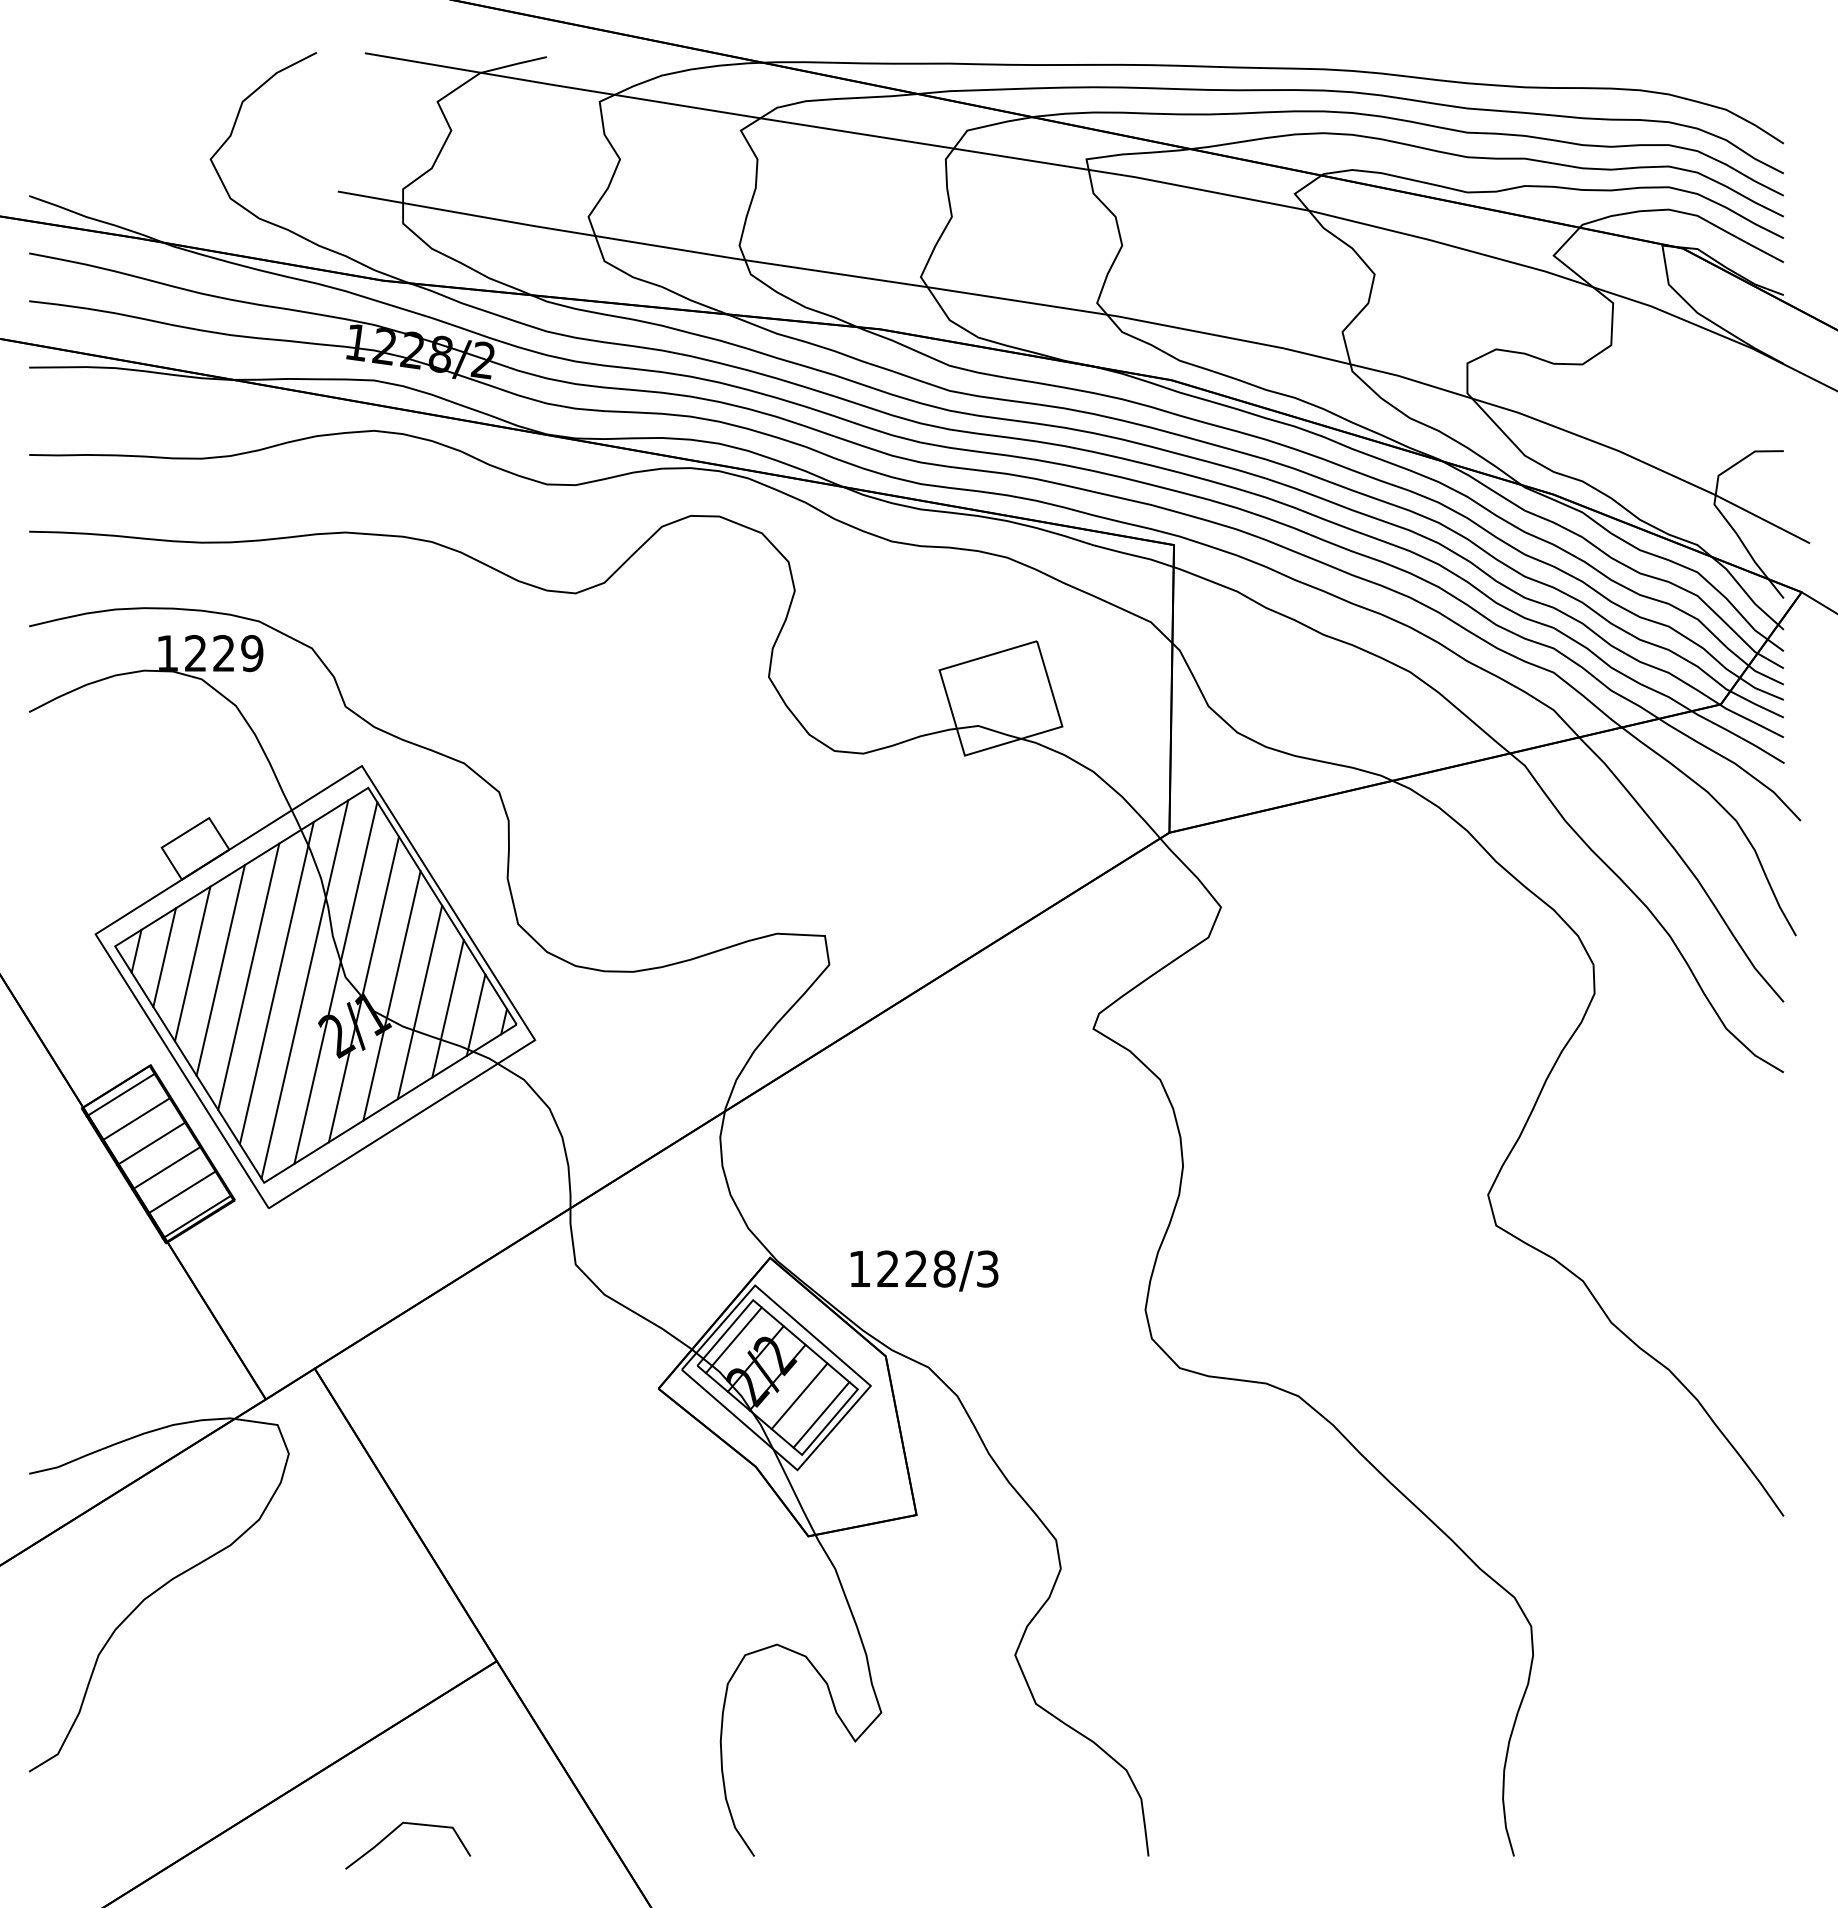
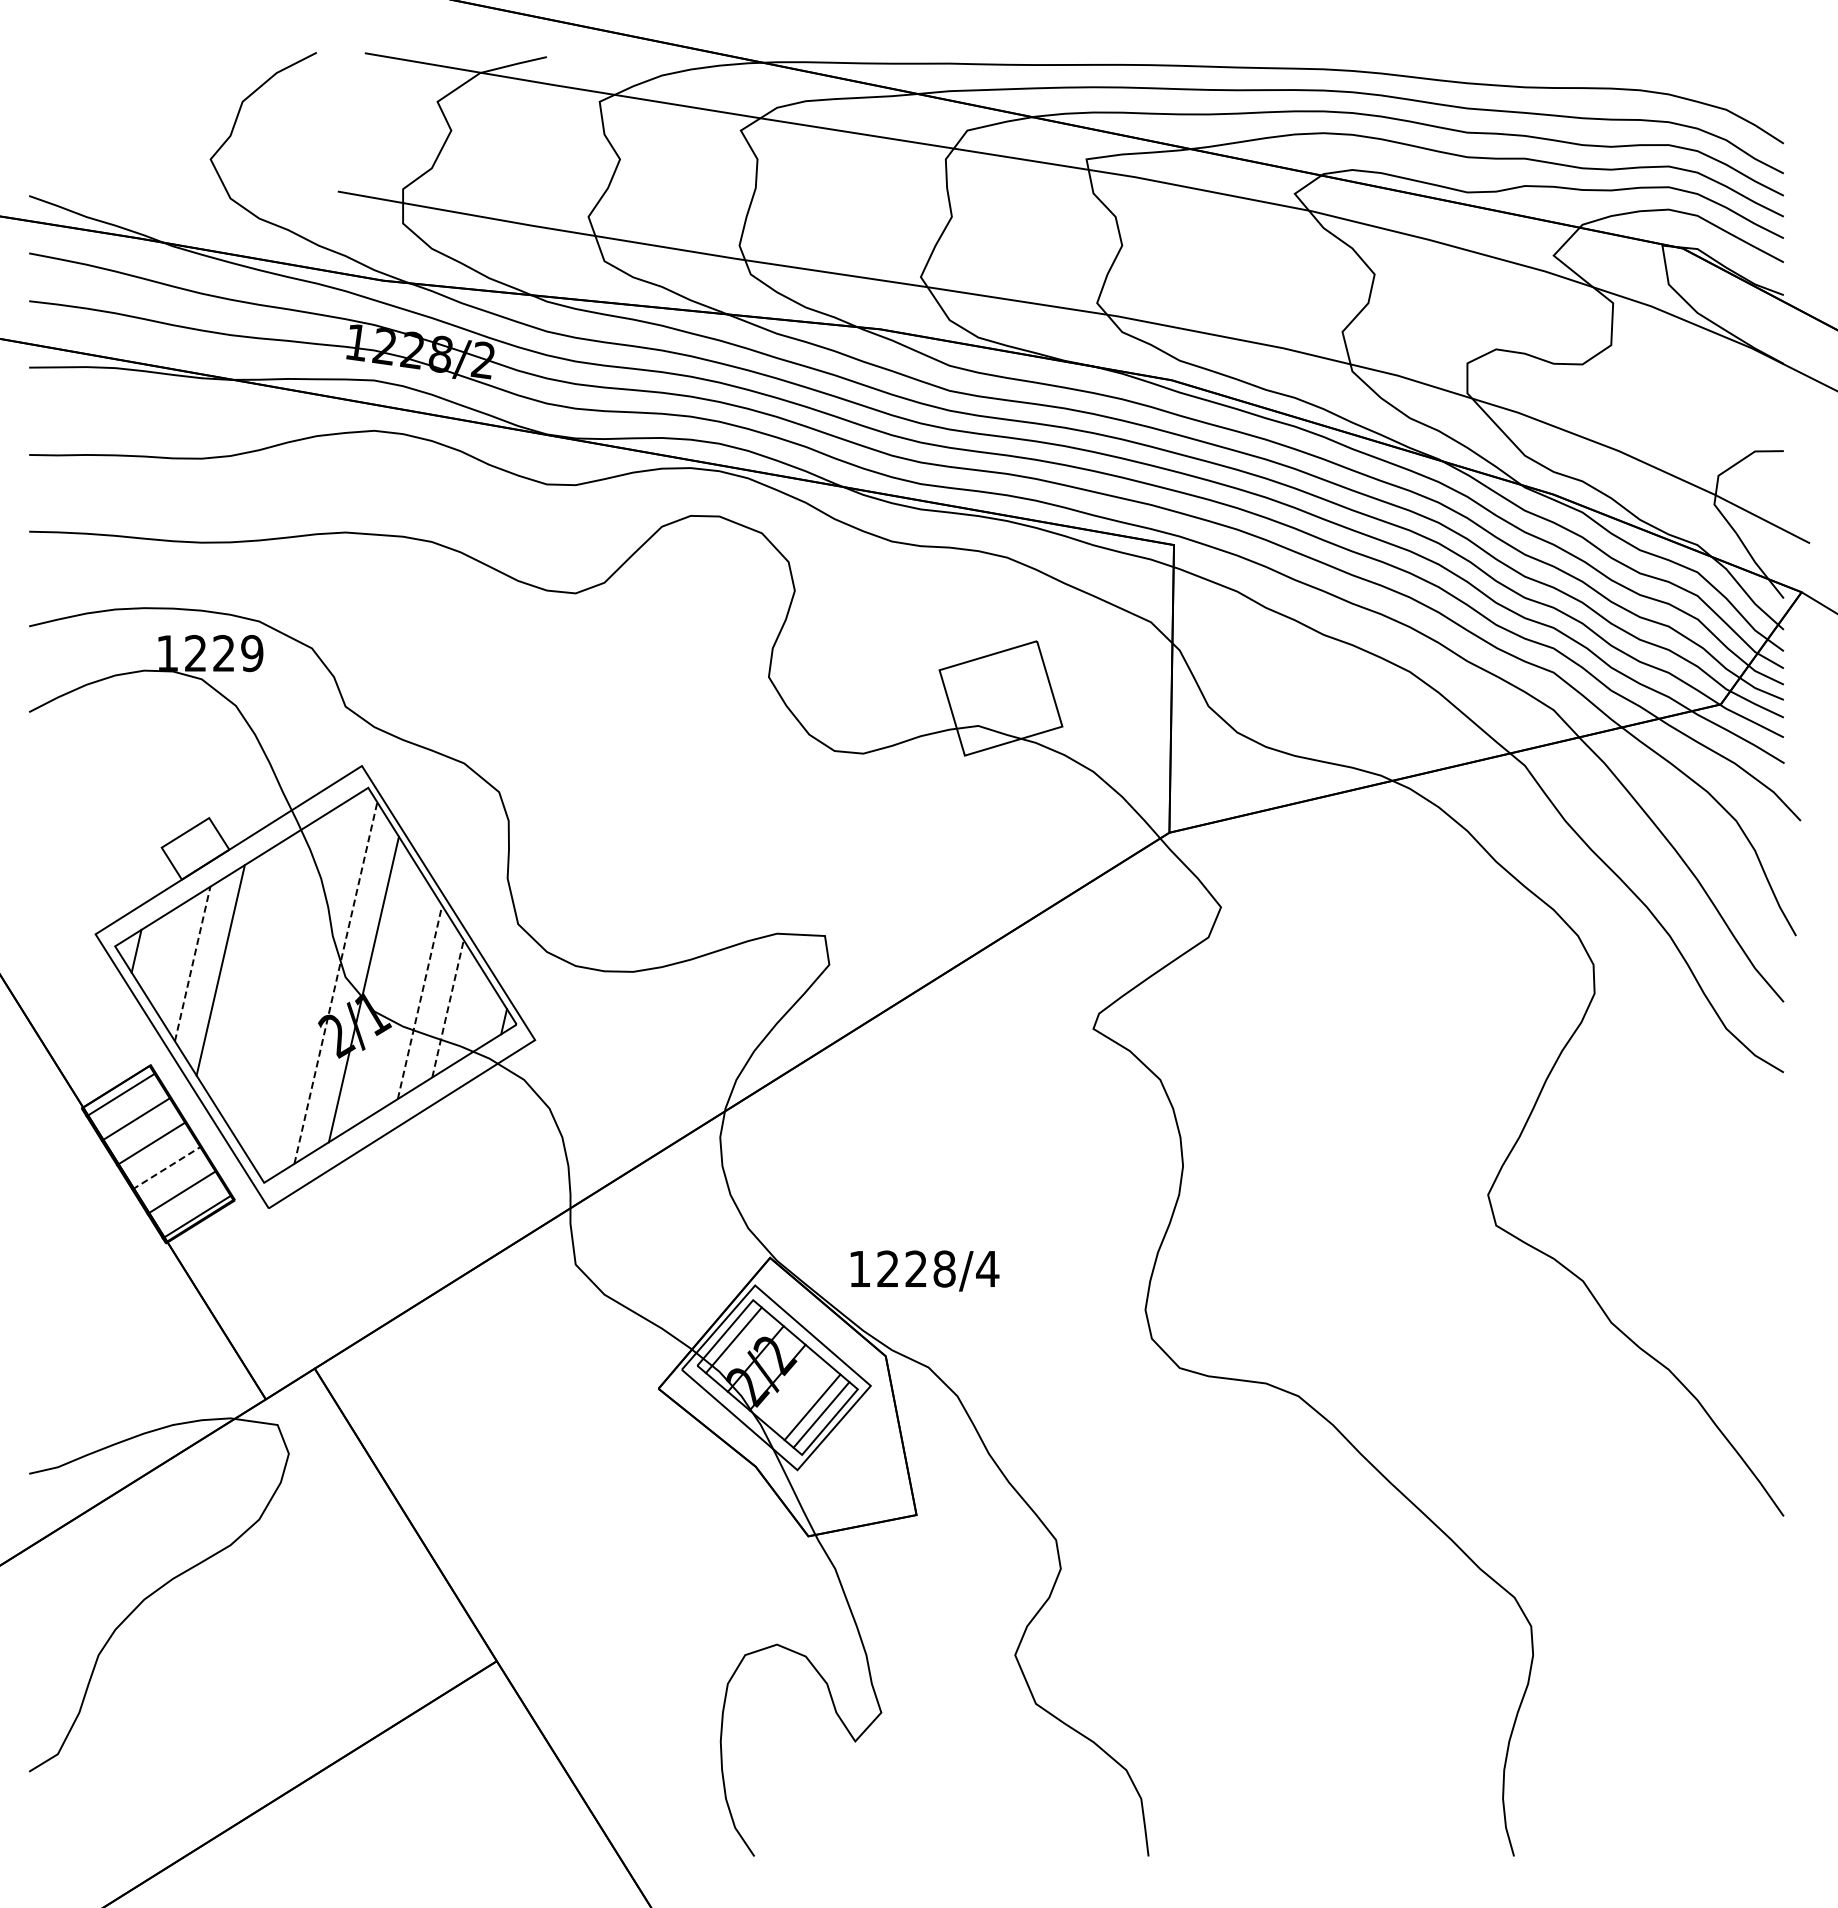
line at (164, 957): present -> none
line at (192, 963): solid -> dashed
line at (248, 976): present -> none
line at (336, 982): solid -> dashed
line at (276, 983): present -> none
line at (304, 989): present -> none
line at (391, 995): present -> none
line at (420, 1001): solid -> dashed
line at (448, 1008): solid -> dashed
line at (475, 1014): present -> none
line at (166, 1168): solid -> dashed
text at (987, 1268): 1228/3 -> 1228/4
line at (799, 1396) position: (799, 1396) -> (812, 1407)
line at (394, 1831): present -> none
